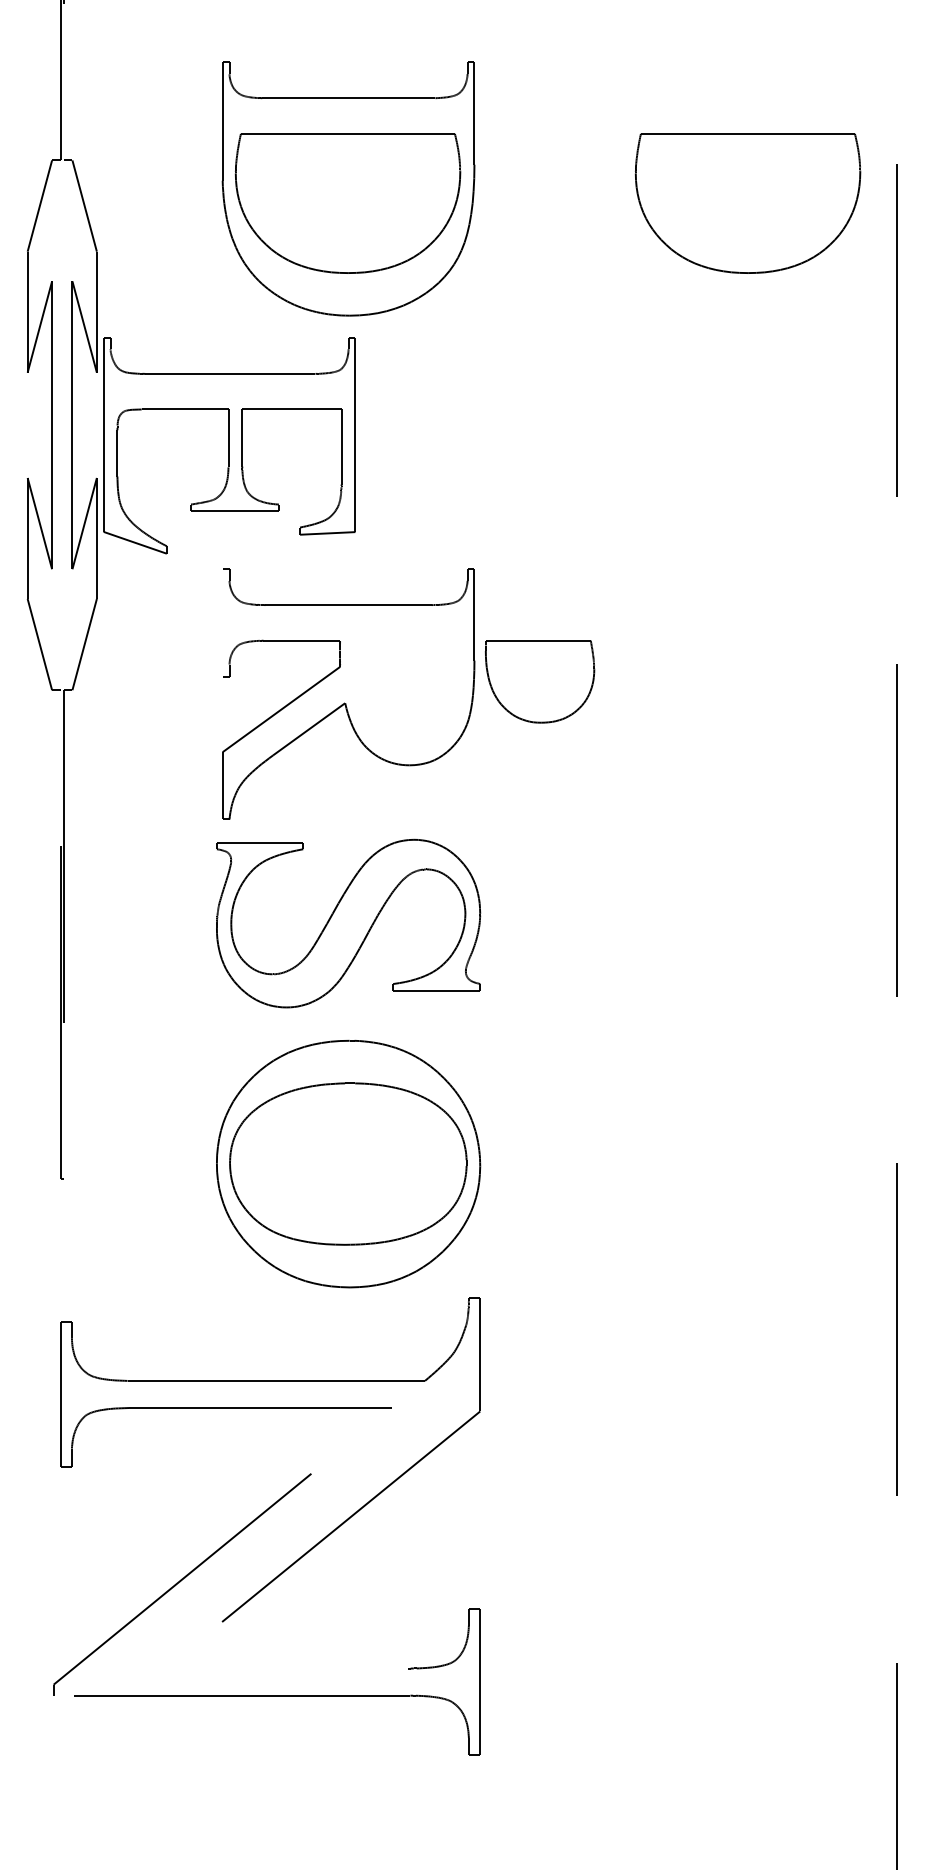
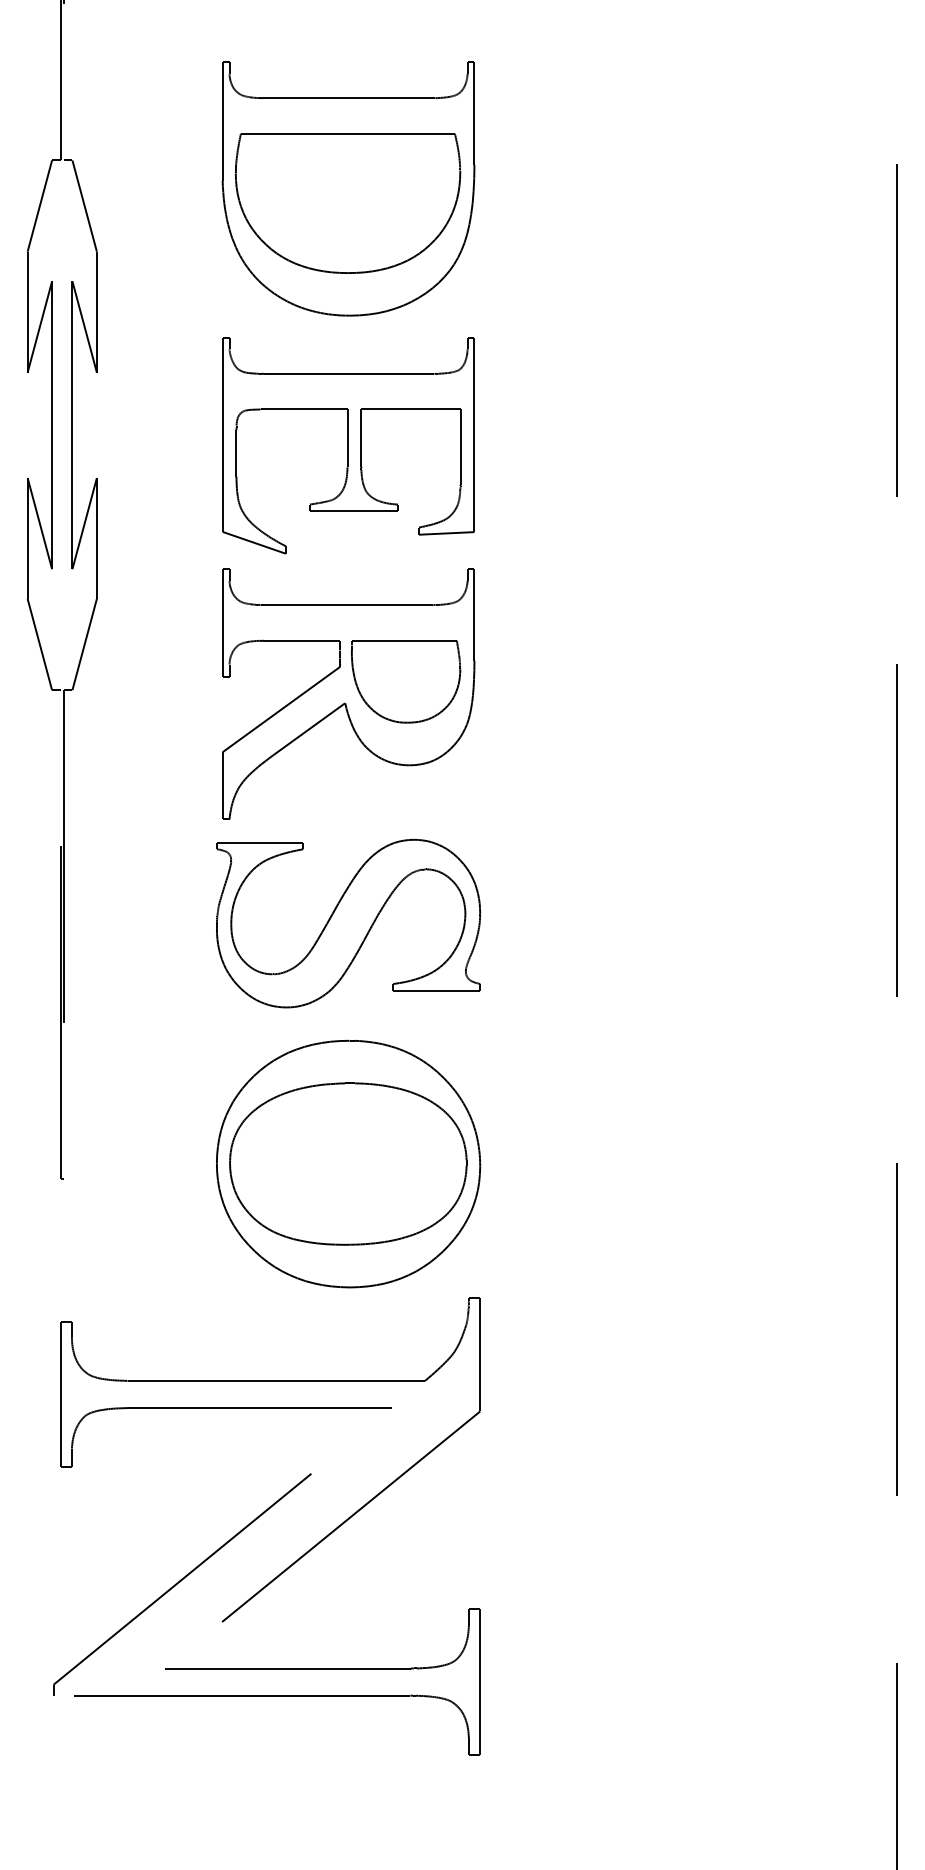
part at (747, 203): present -> none
part at (229, 445) position: (229, 445) -> (348, 445)
line at (222, 622): none -> present
part at (539, 681) position: (539, 681) -> (405, 681)
line at (286, 1668): none -> present
